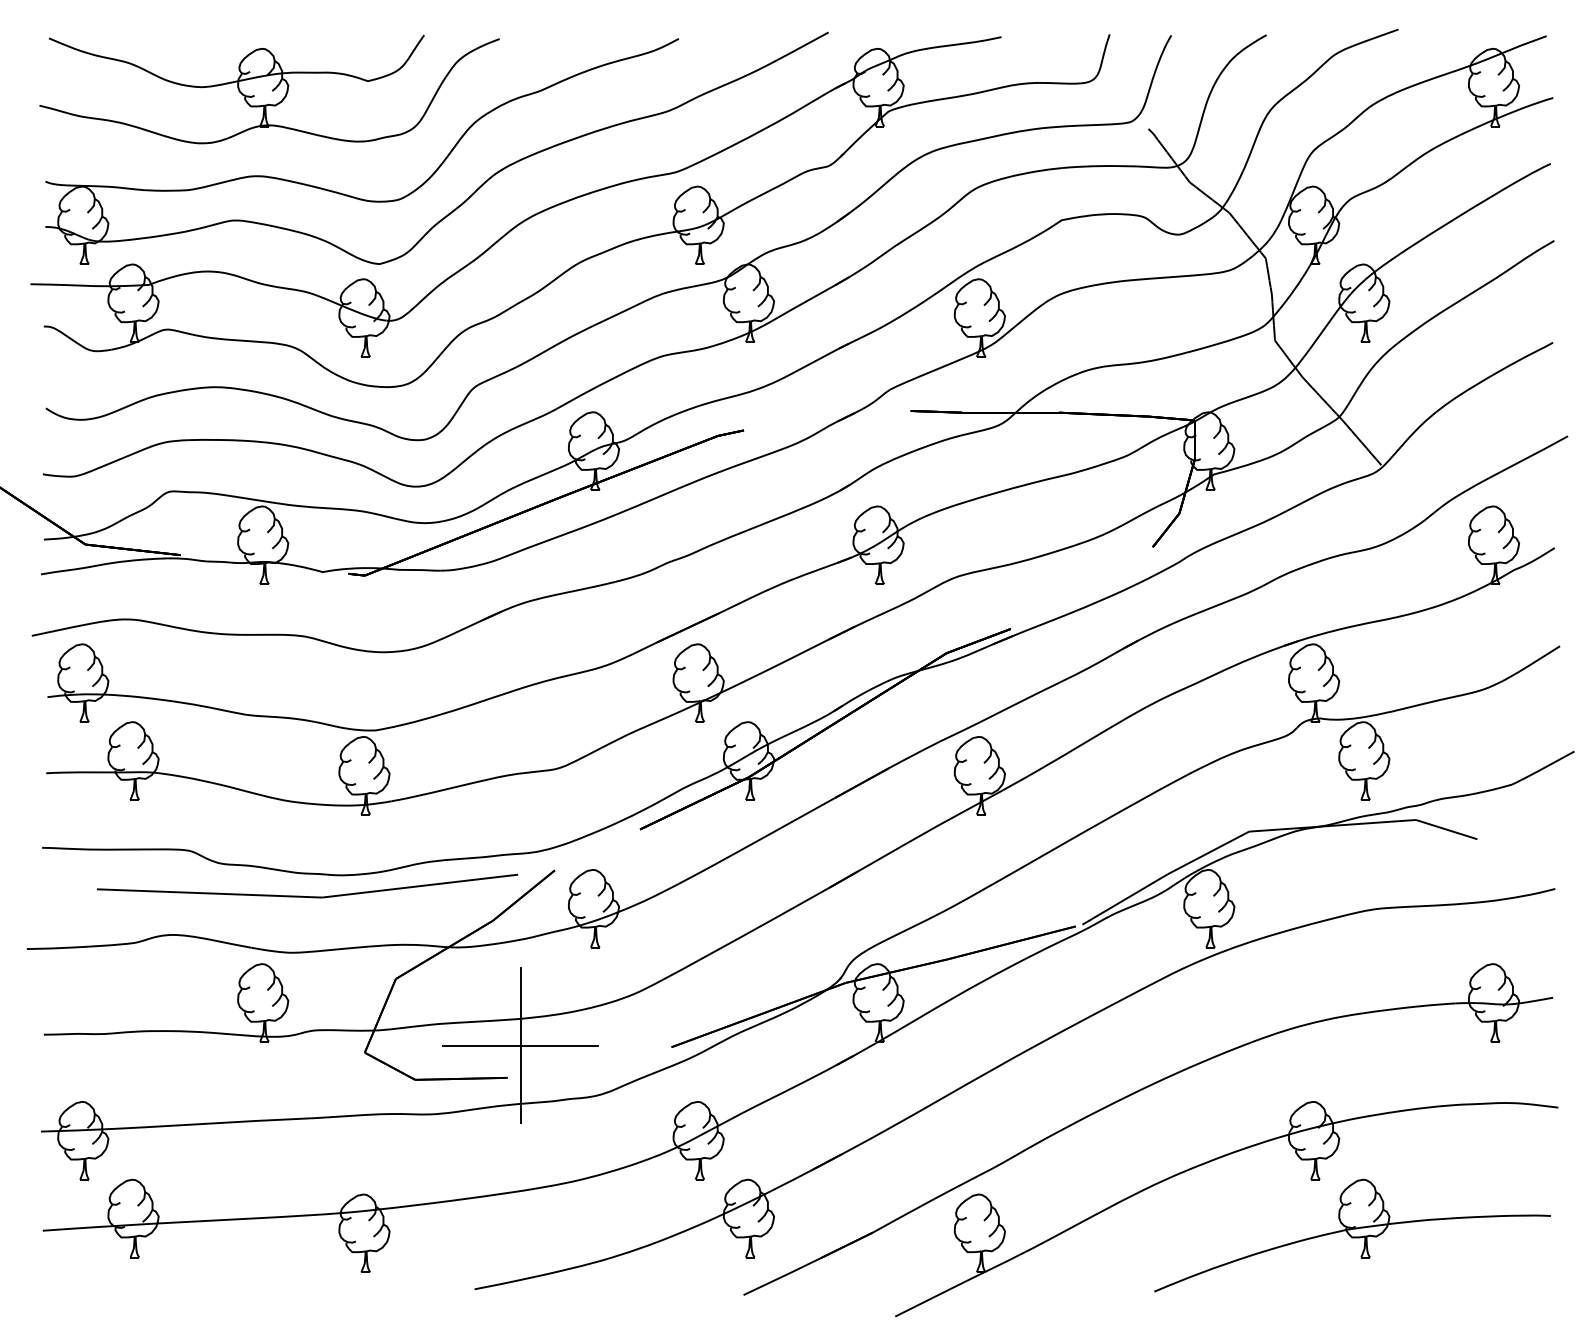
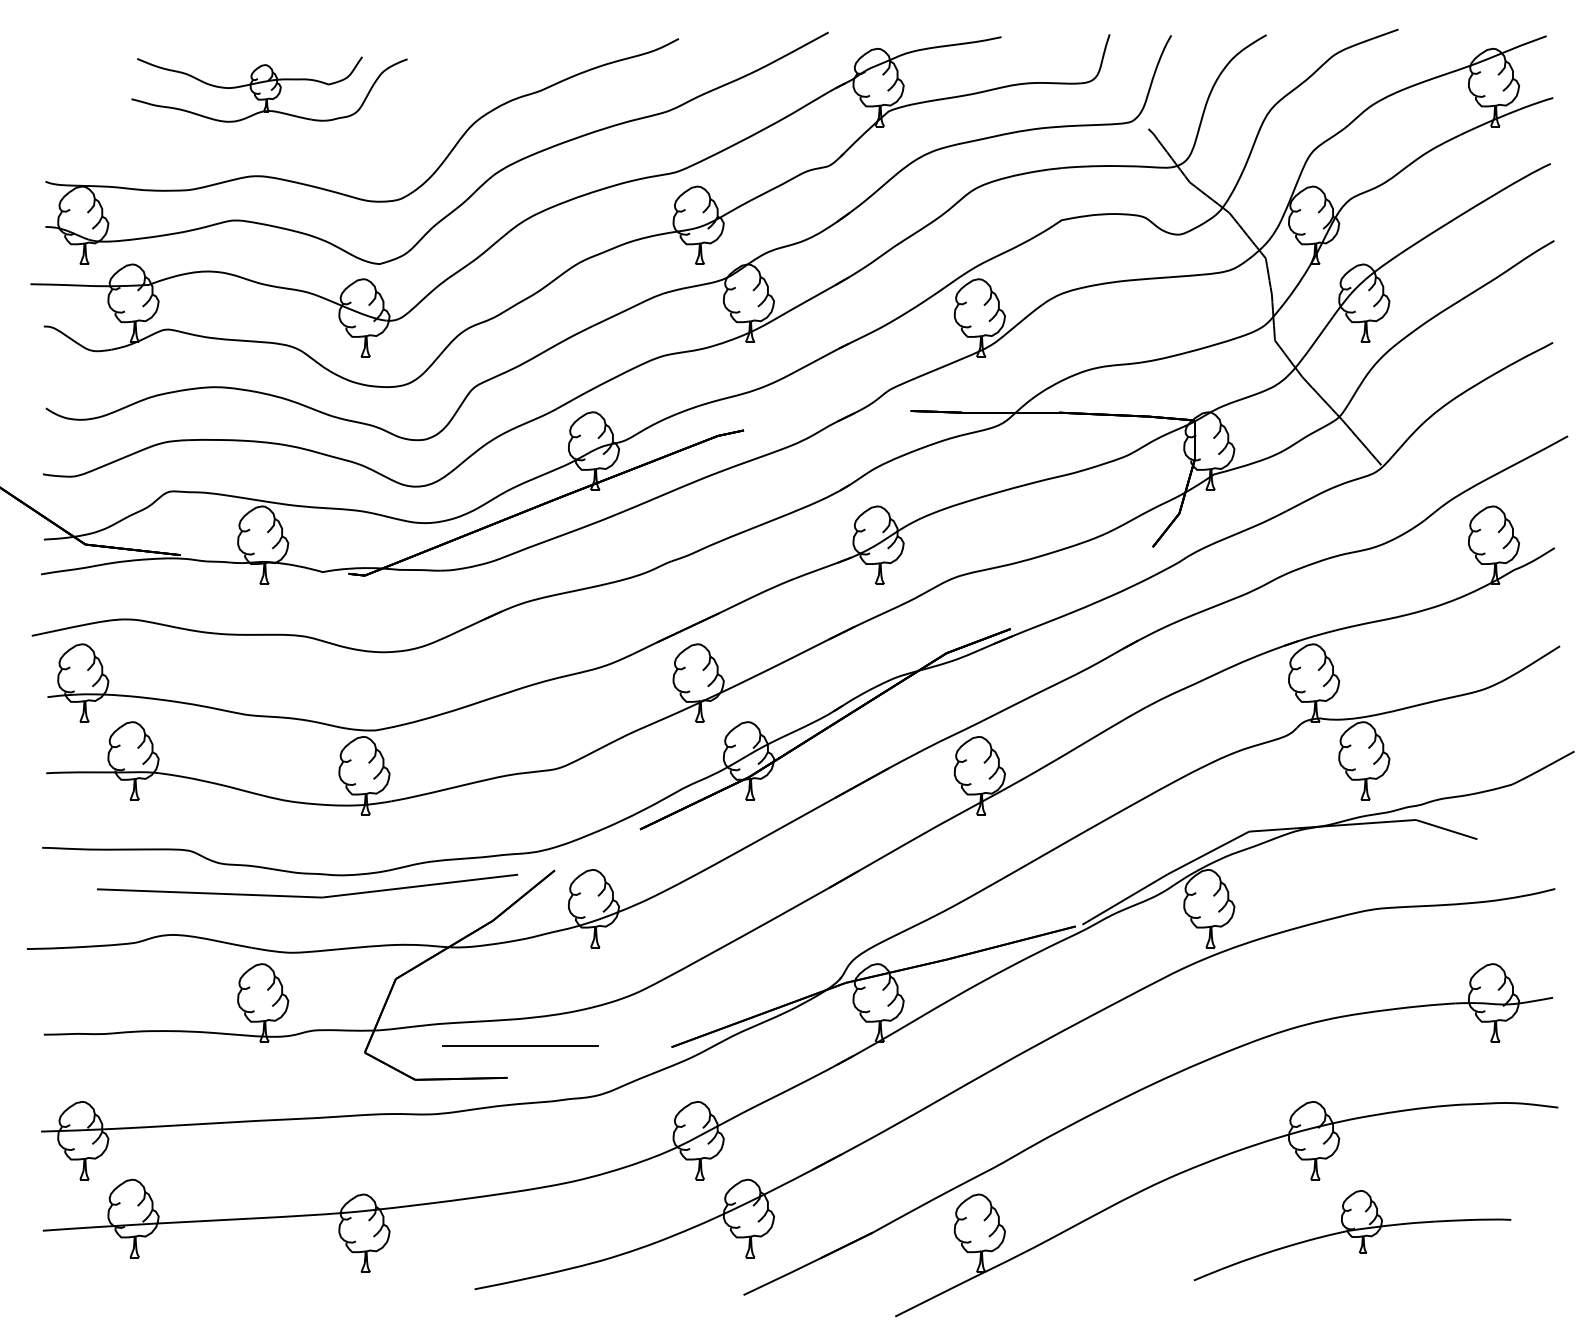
part at (269, 89) size: 461x111 px -> 277x67 px
line at (520, 1045): present -> none
part at (1352, 1235) size: 397x115 px -> 319x92 px
